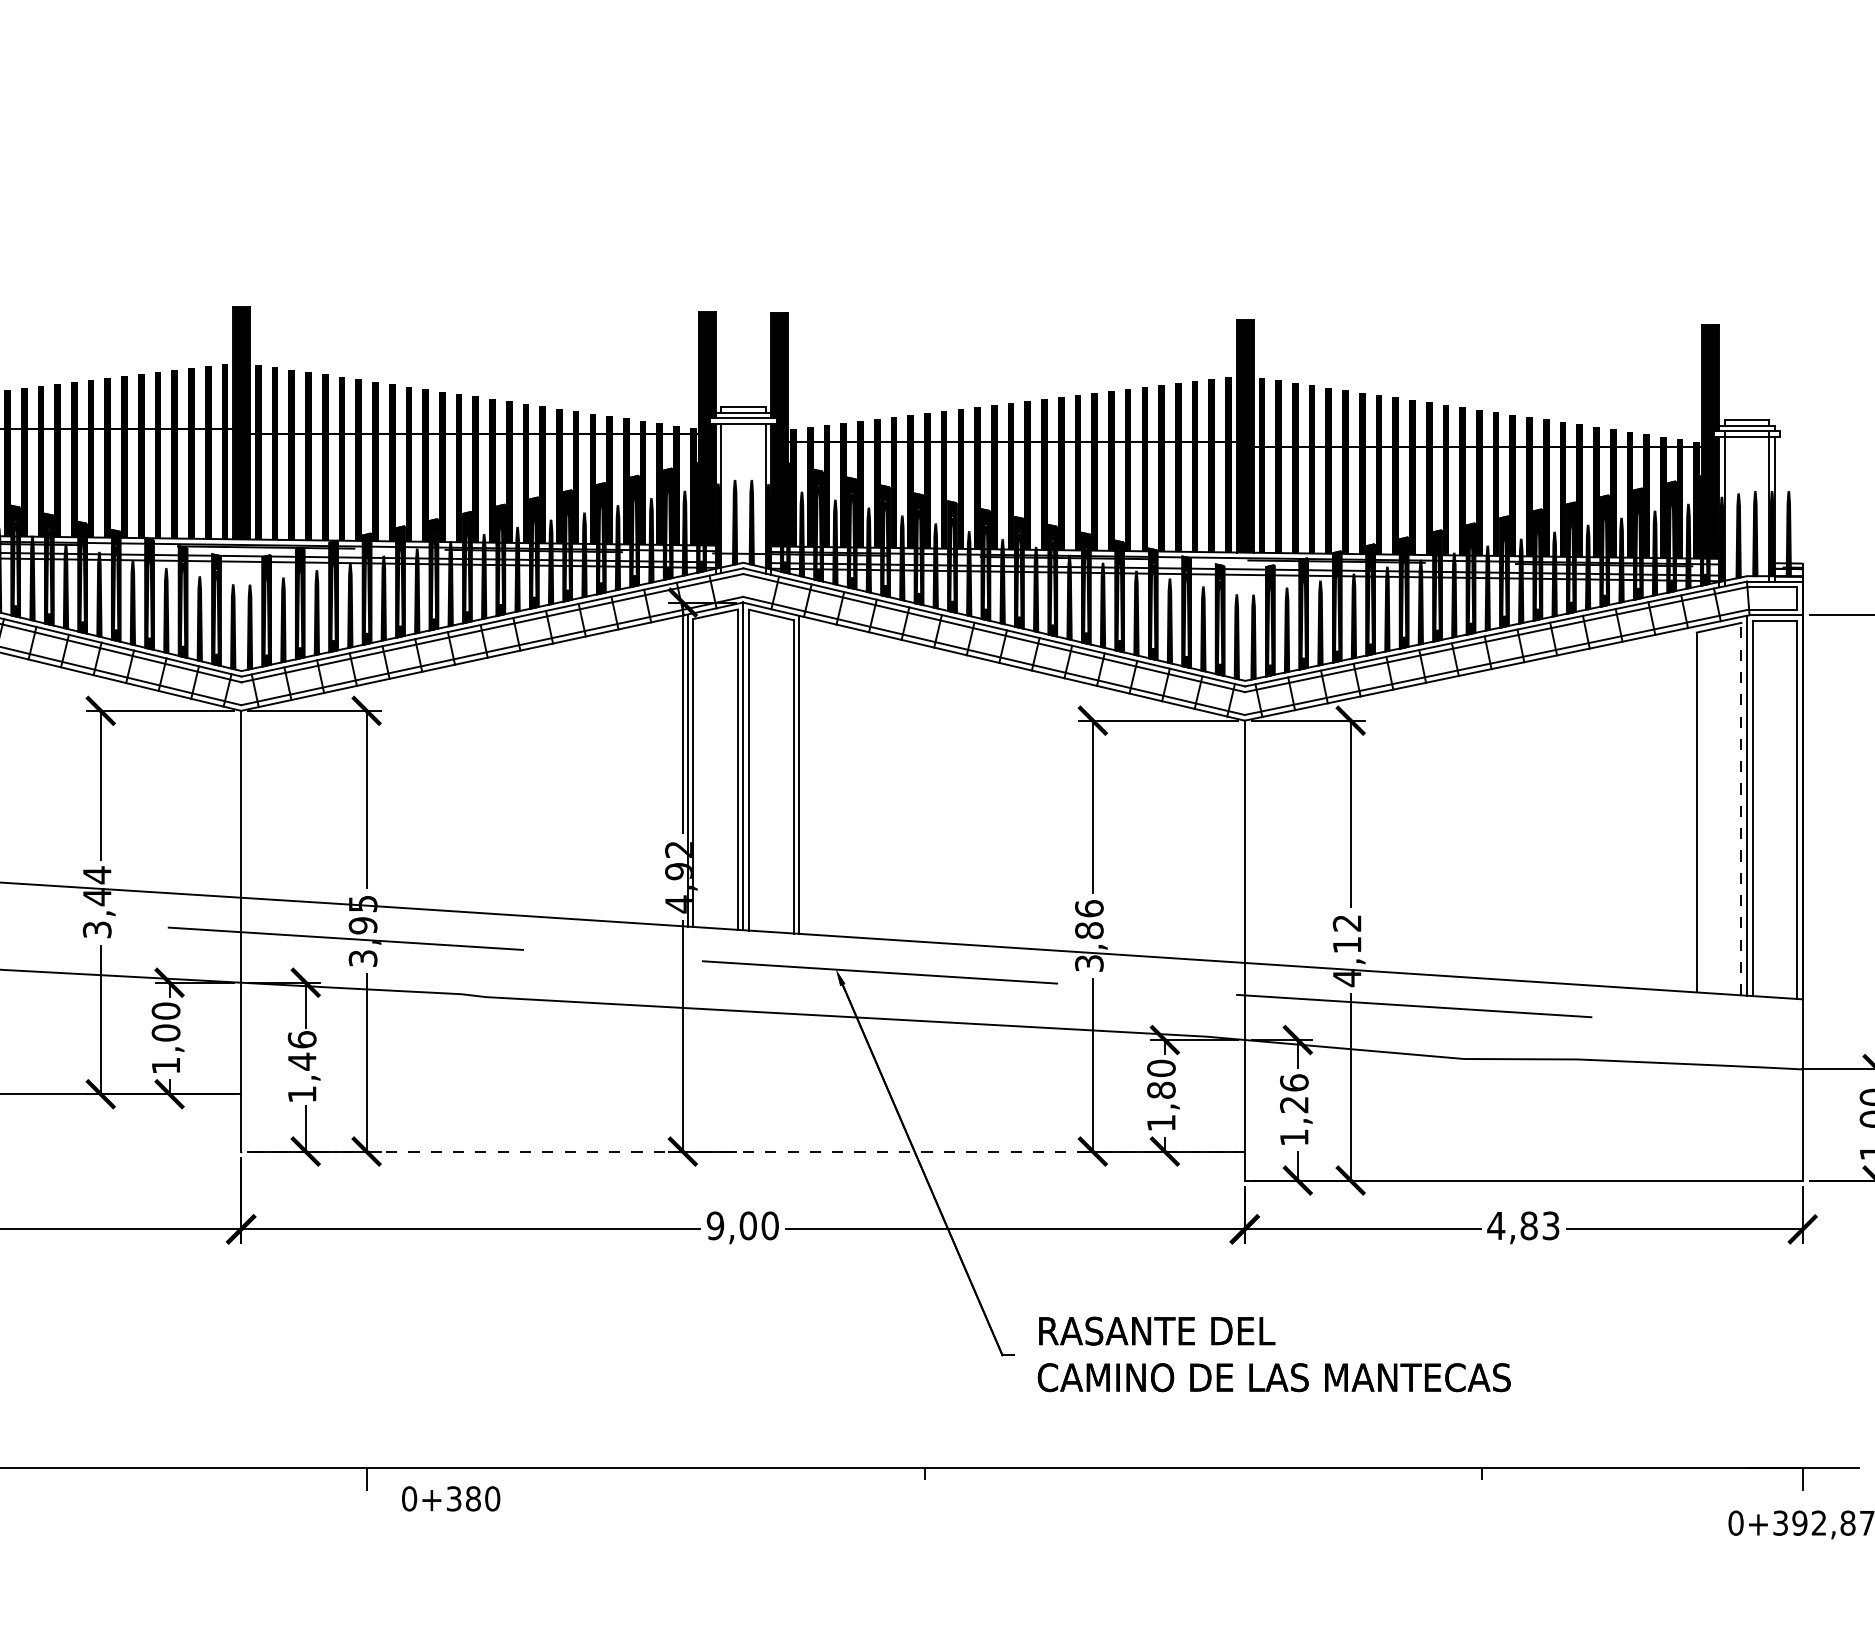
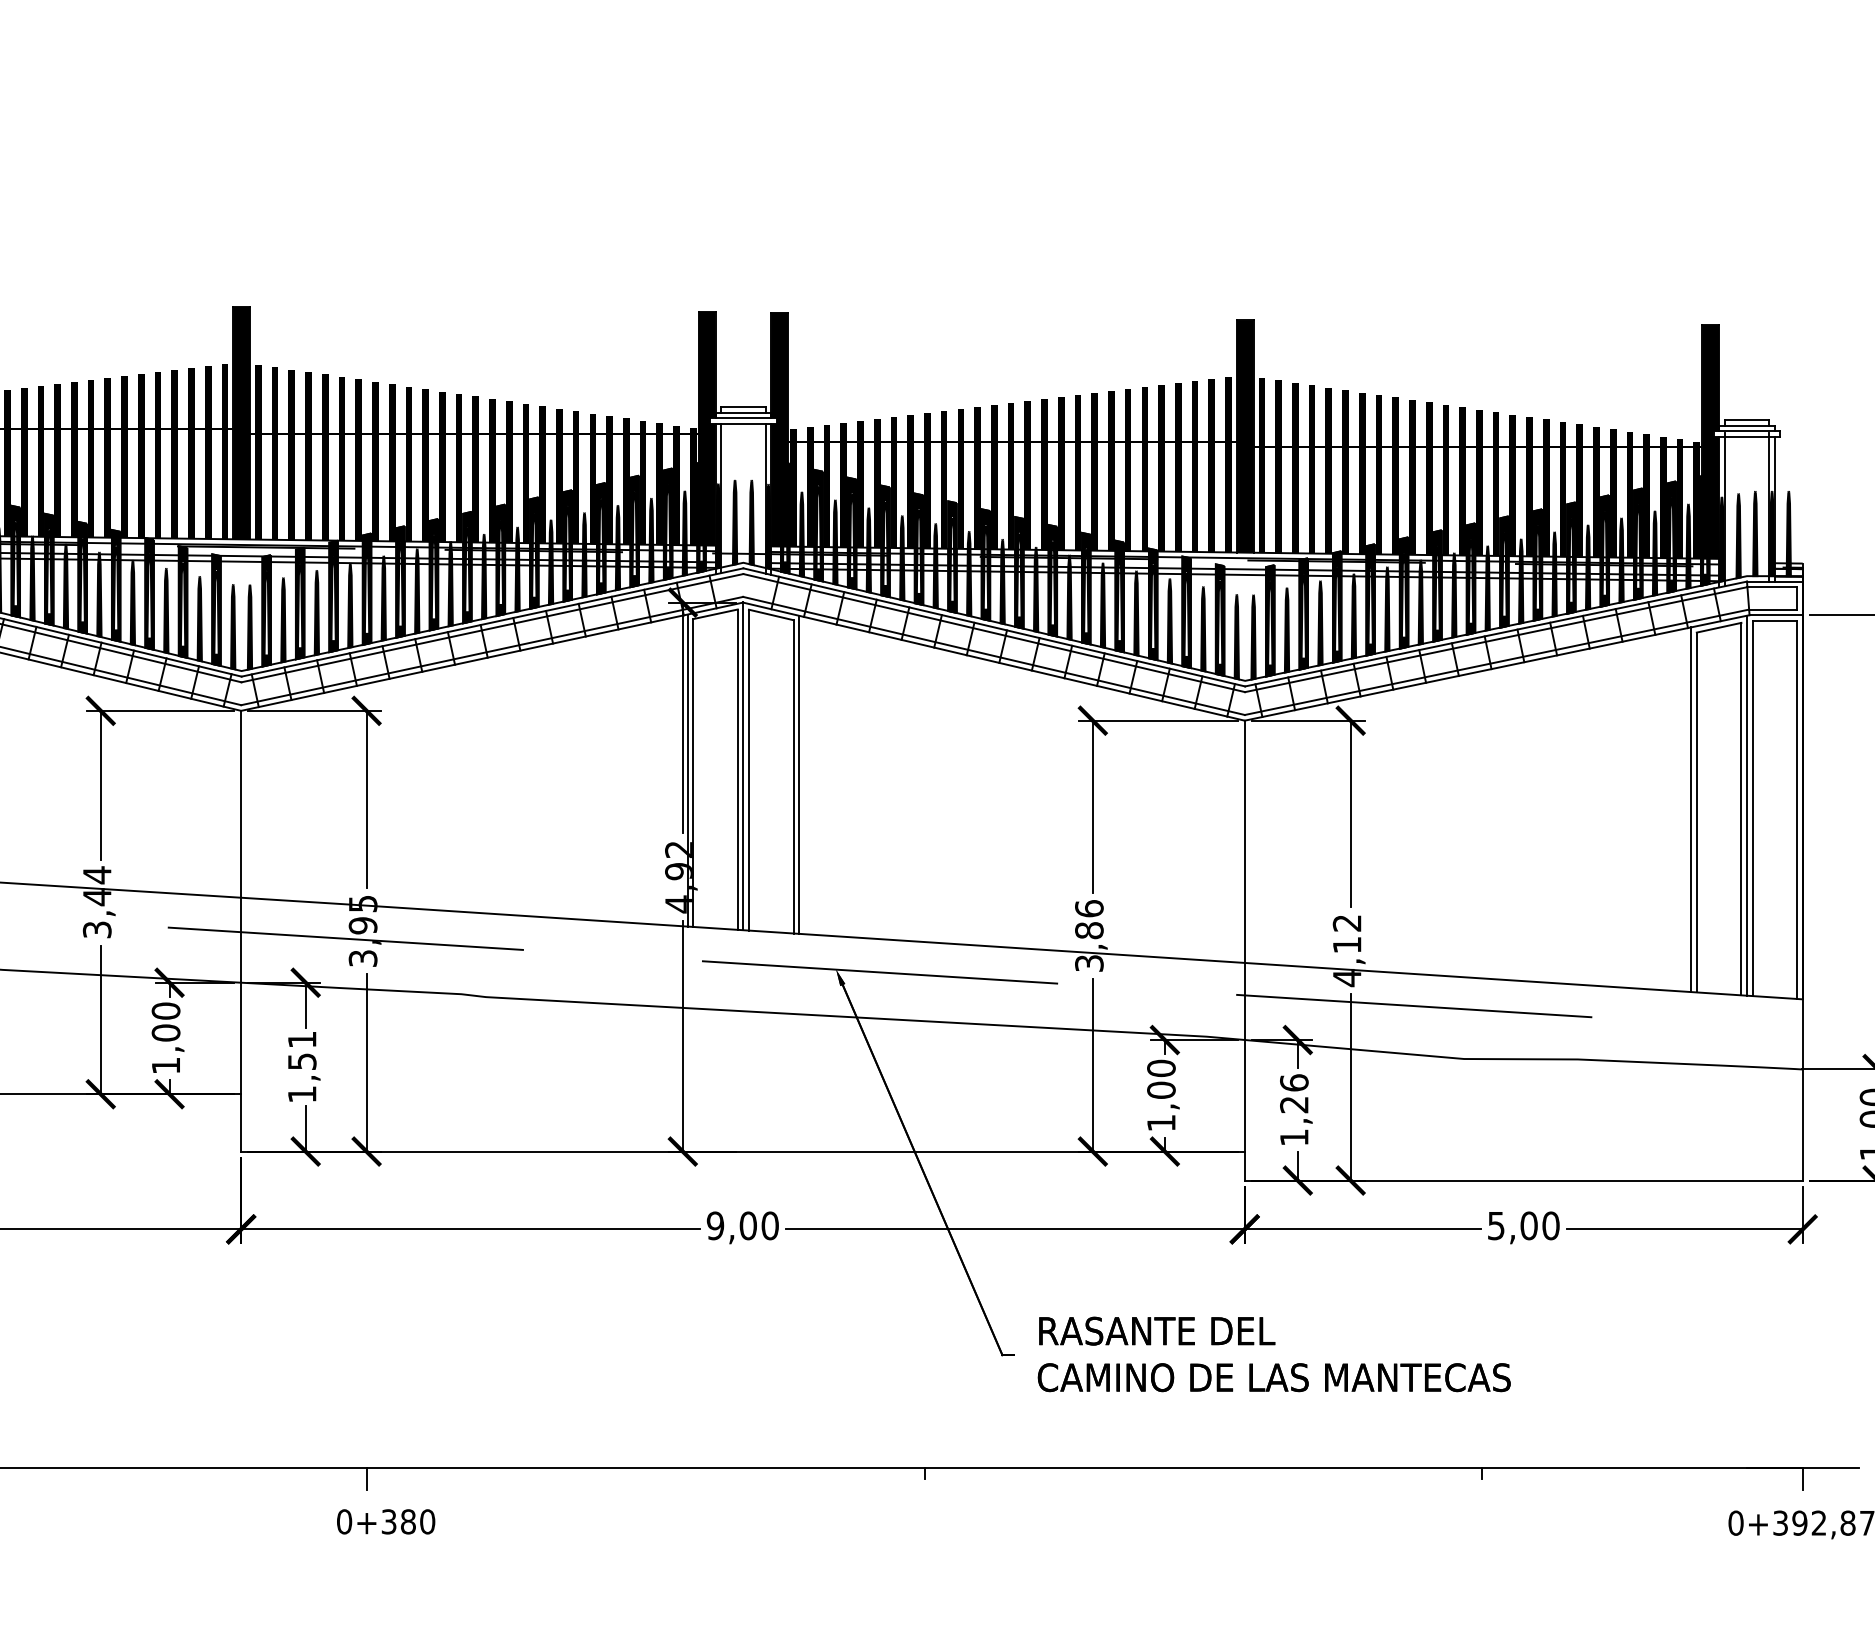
line at (1741, 808): dashed -> solid
line at (1691, 809): none -> present
text at (301, 1050): 1,46 -> 1,51
text at (1161, 1089): 1,80 -> 1,00
line at (742, 1151): dashed -> solid
text at (1523, 1225): 4,83 -> 5,00
text at (451, 1498) position: (451, 1498) -> (386, 1521)
